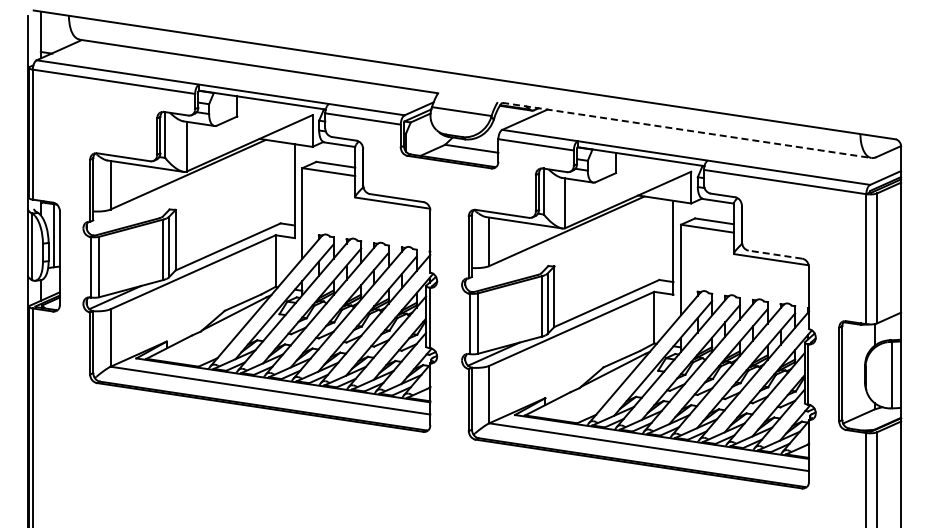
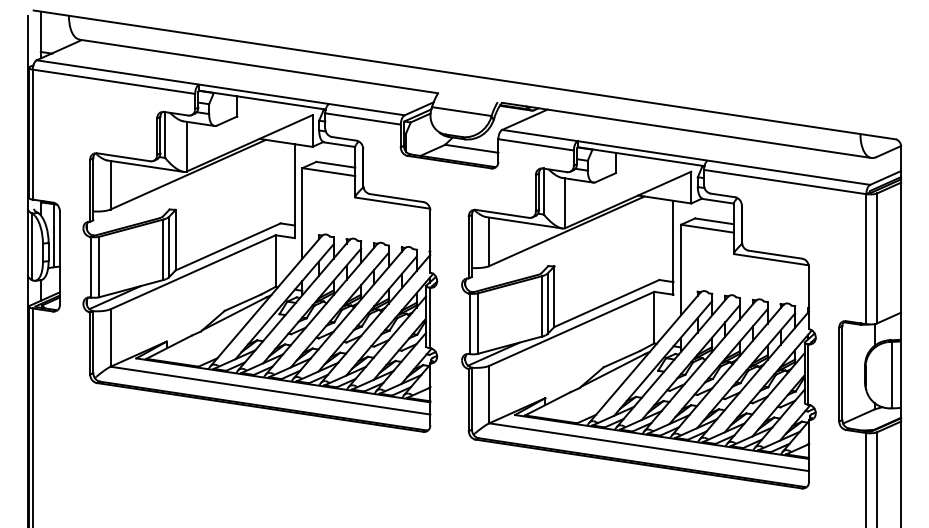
line at (686, 130): dashed -> solid
line at (774, 254): dashed -> solid
